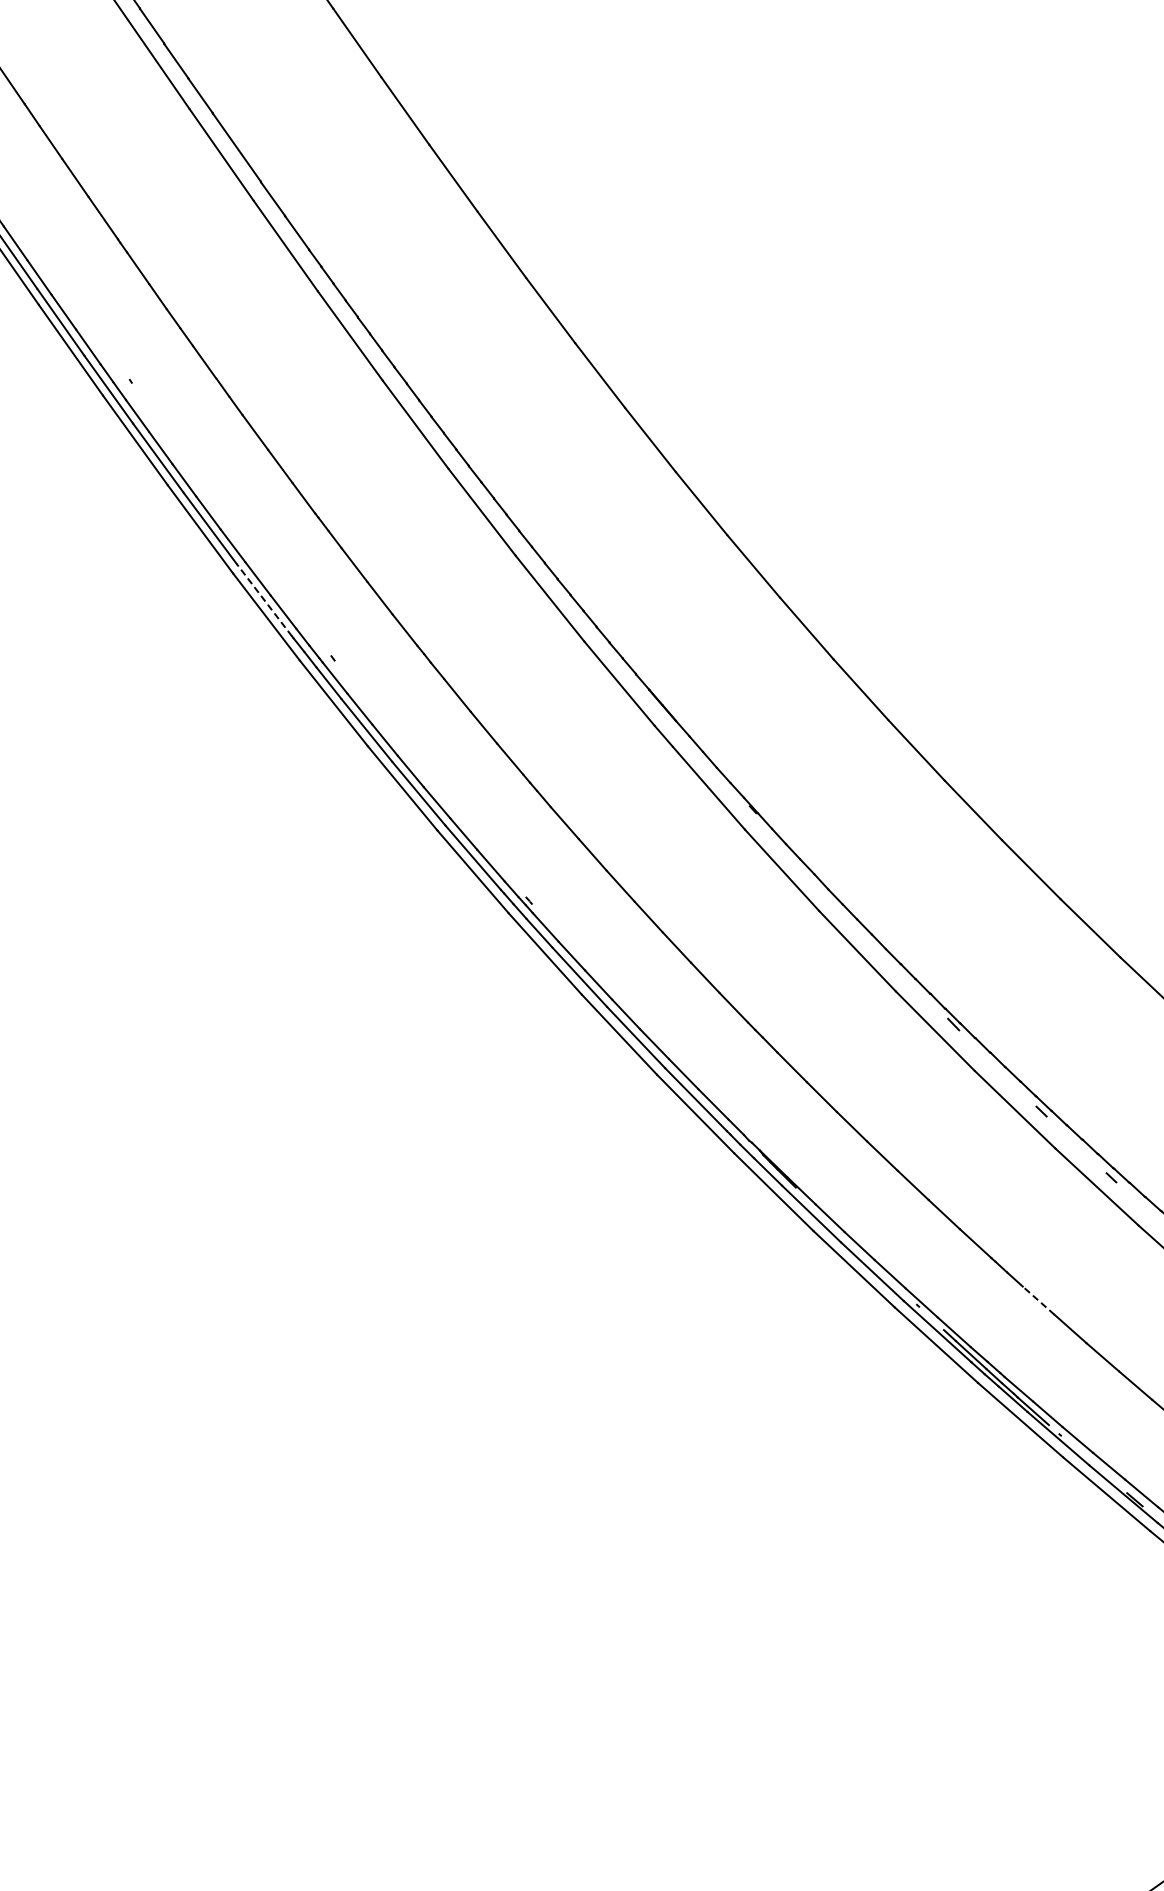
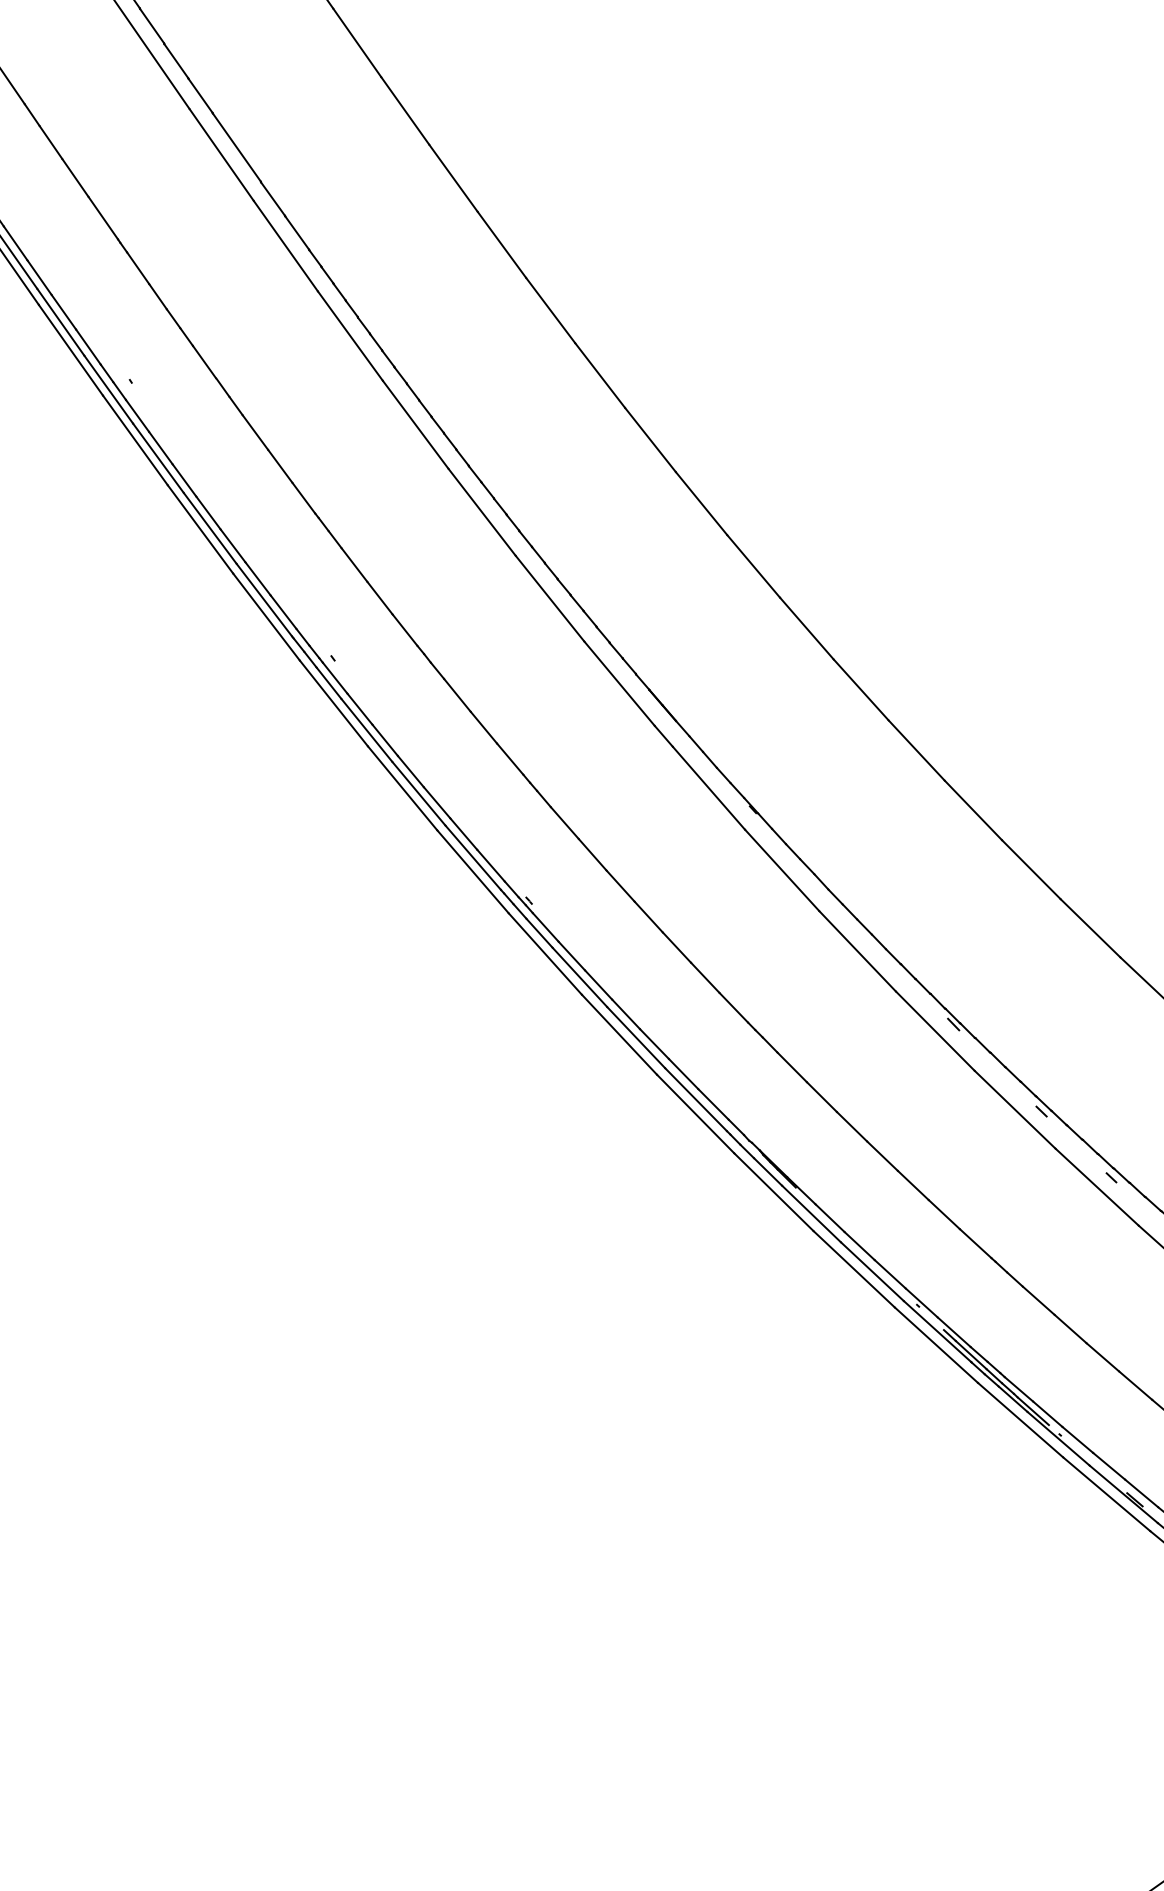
line at (264, 600): dashed -> solid
line at (1038, 1300): dashed -> solid
